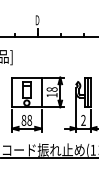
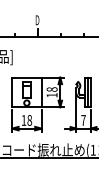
text at (83, 119): 2 -> 7
text at (23, 120): 88 -> 18
